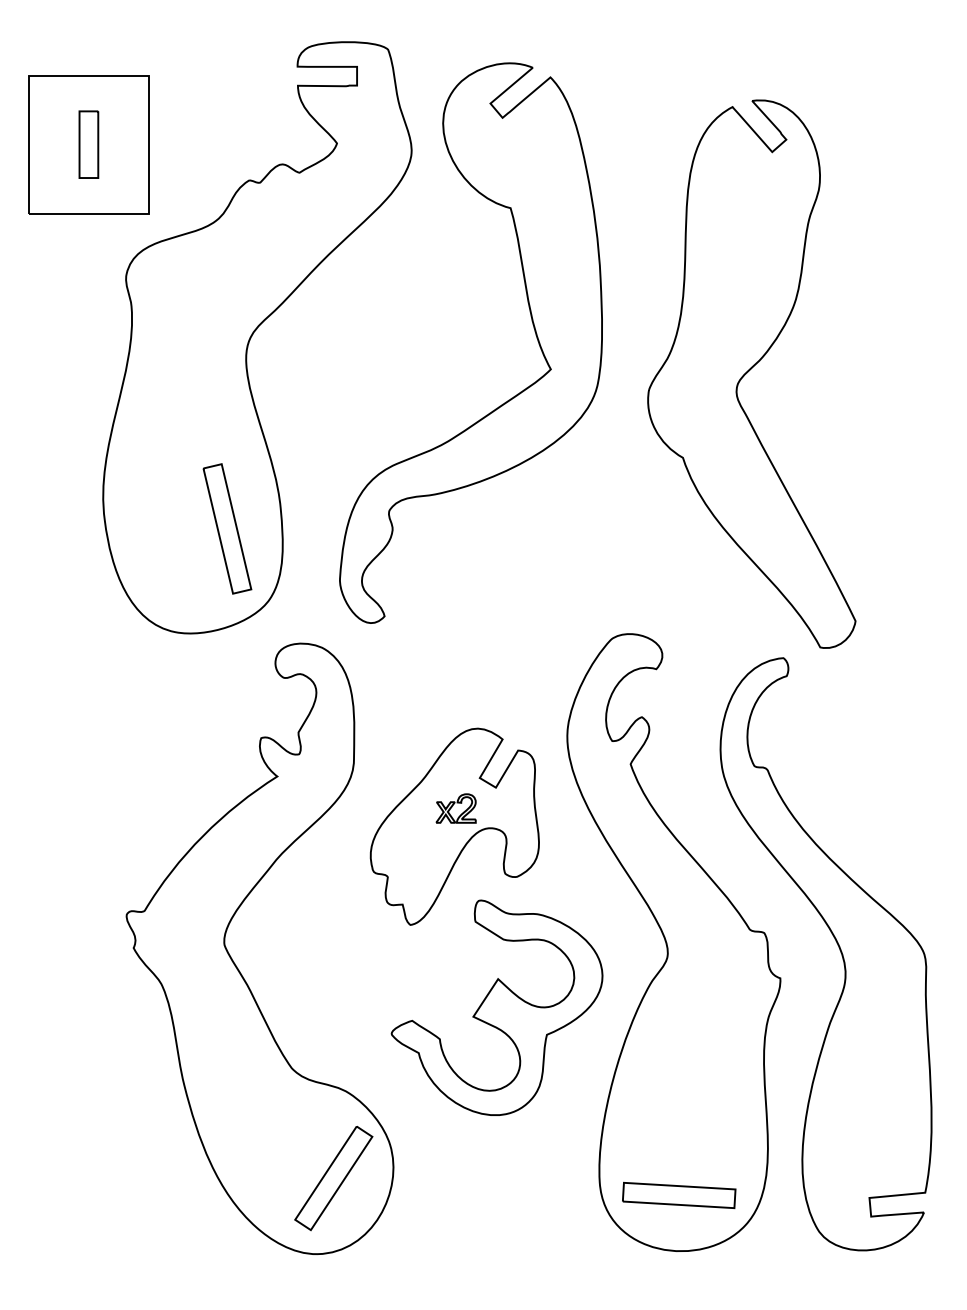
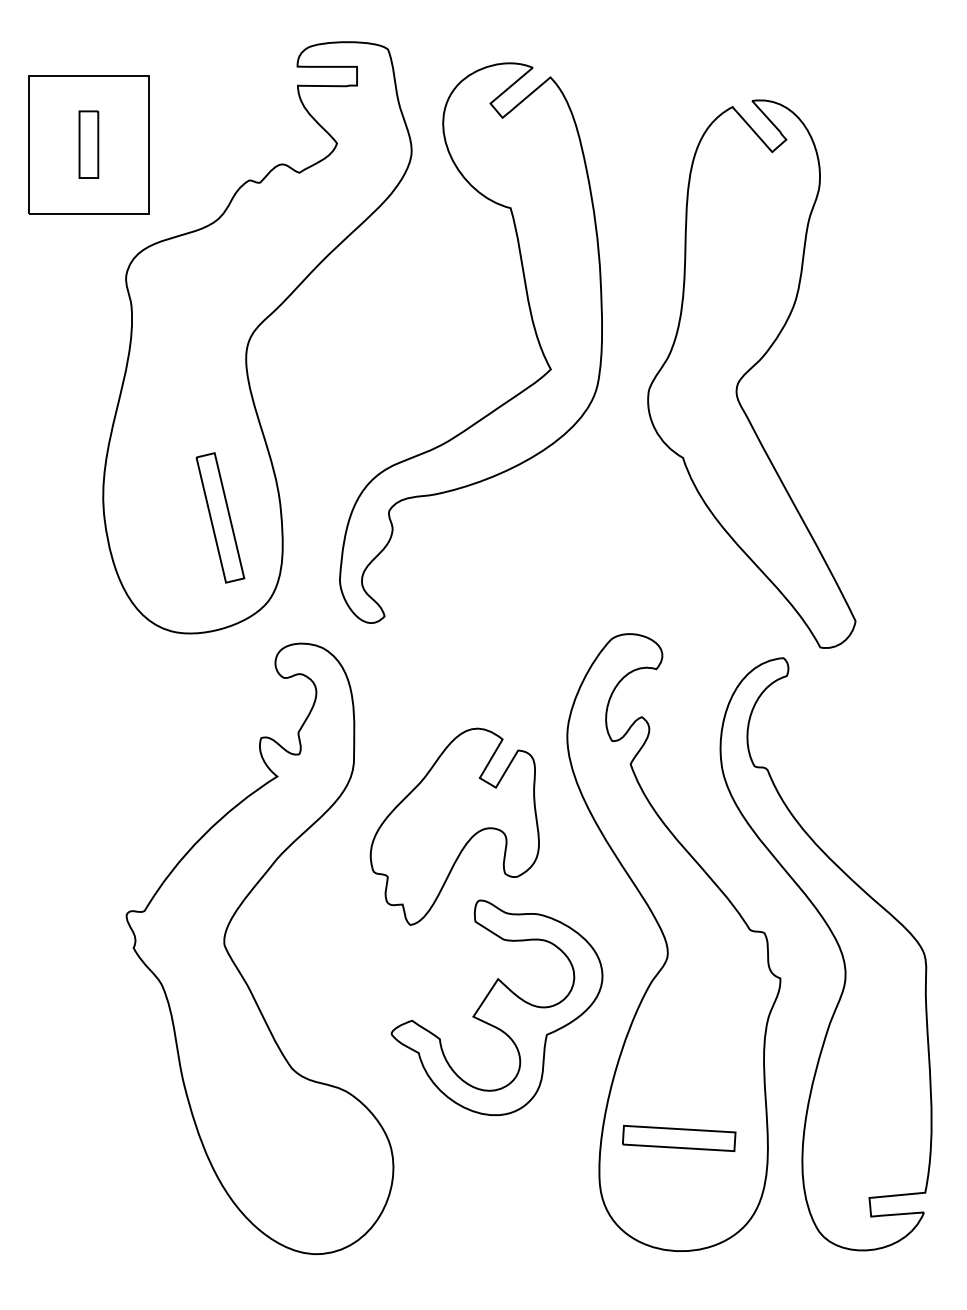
part at (227, 528) position: (227, 528) -> (220, 517)
part at (455, 808): present -> none
part at (333, 1178): present -> none
part at (679, 1195) position: (679, 1195) -> (679, 1138)
